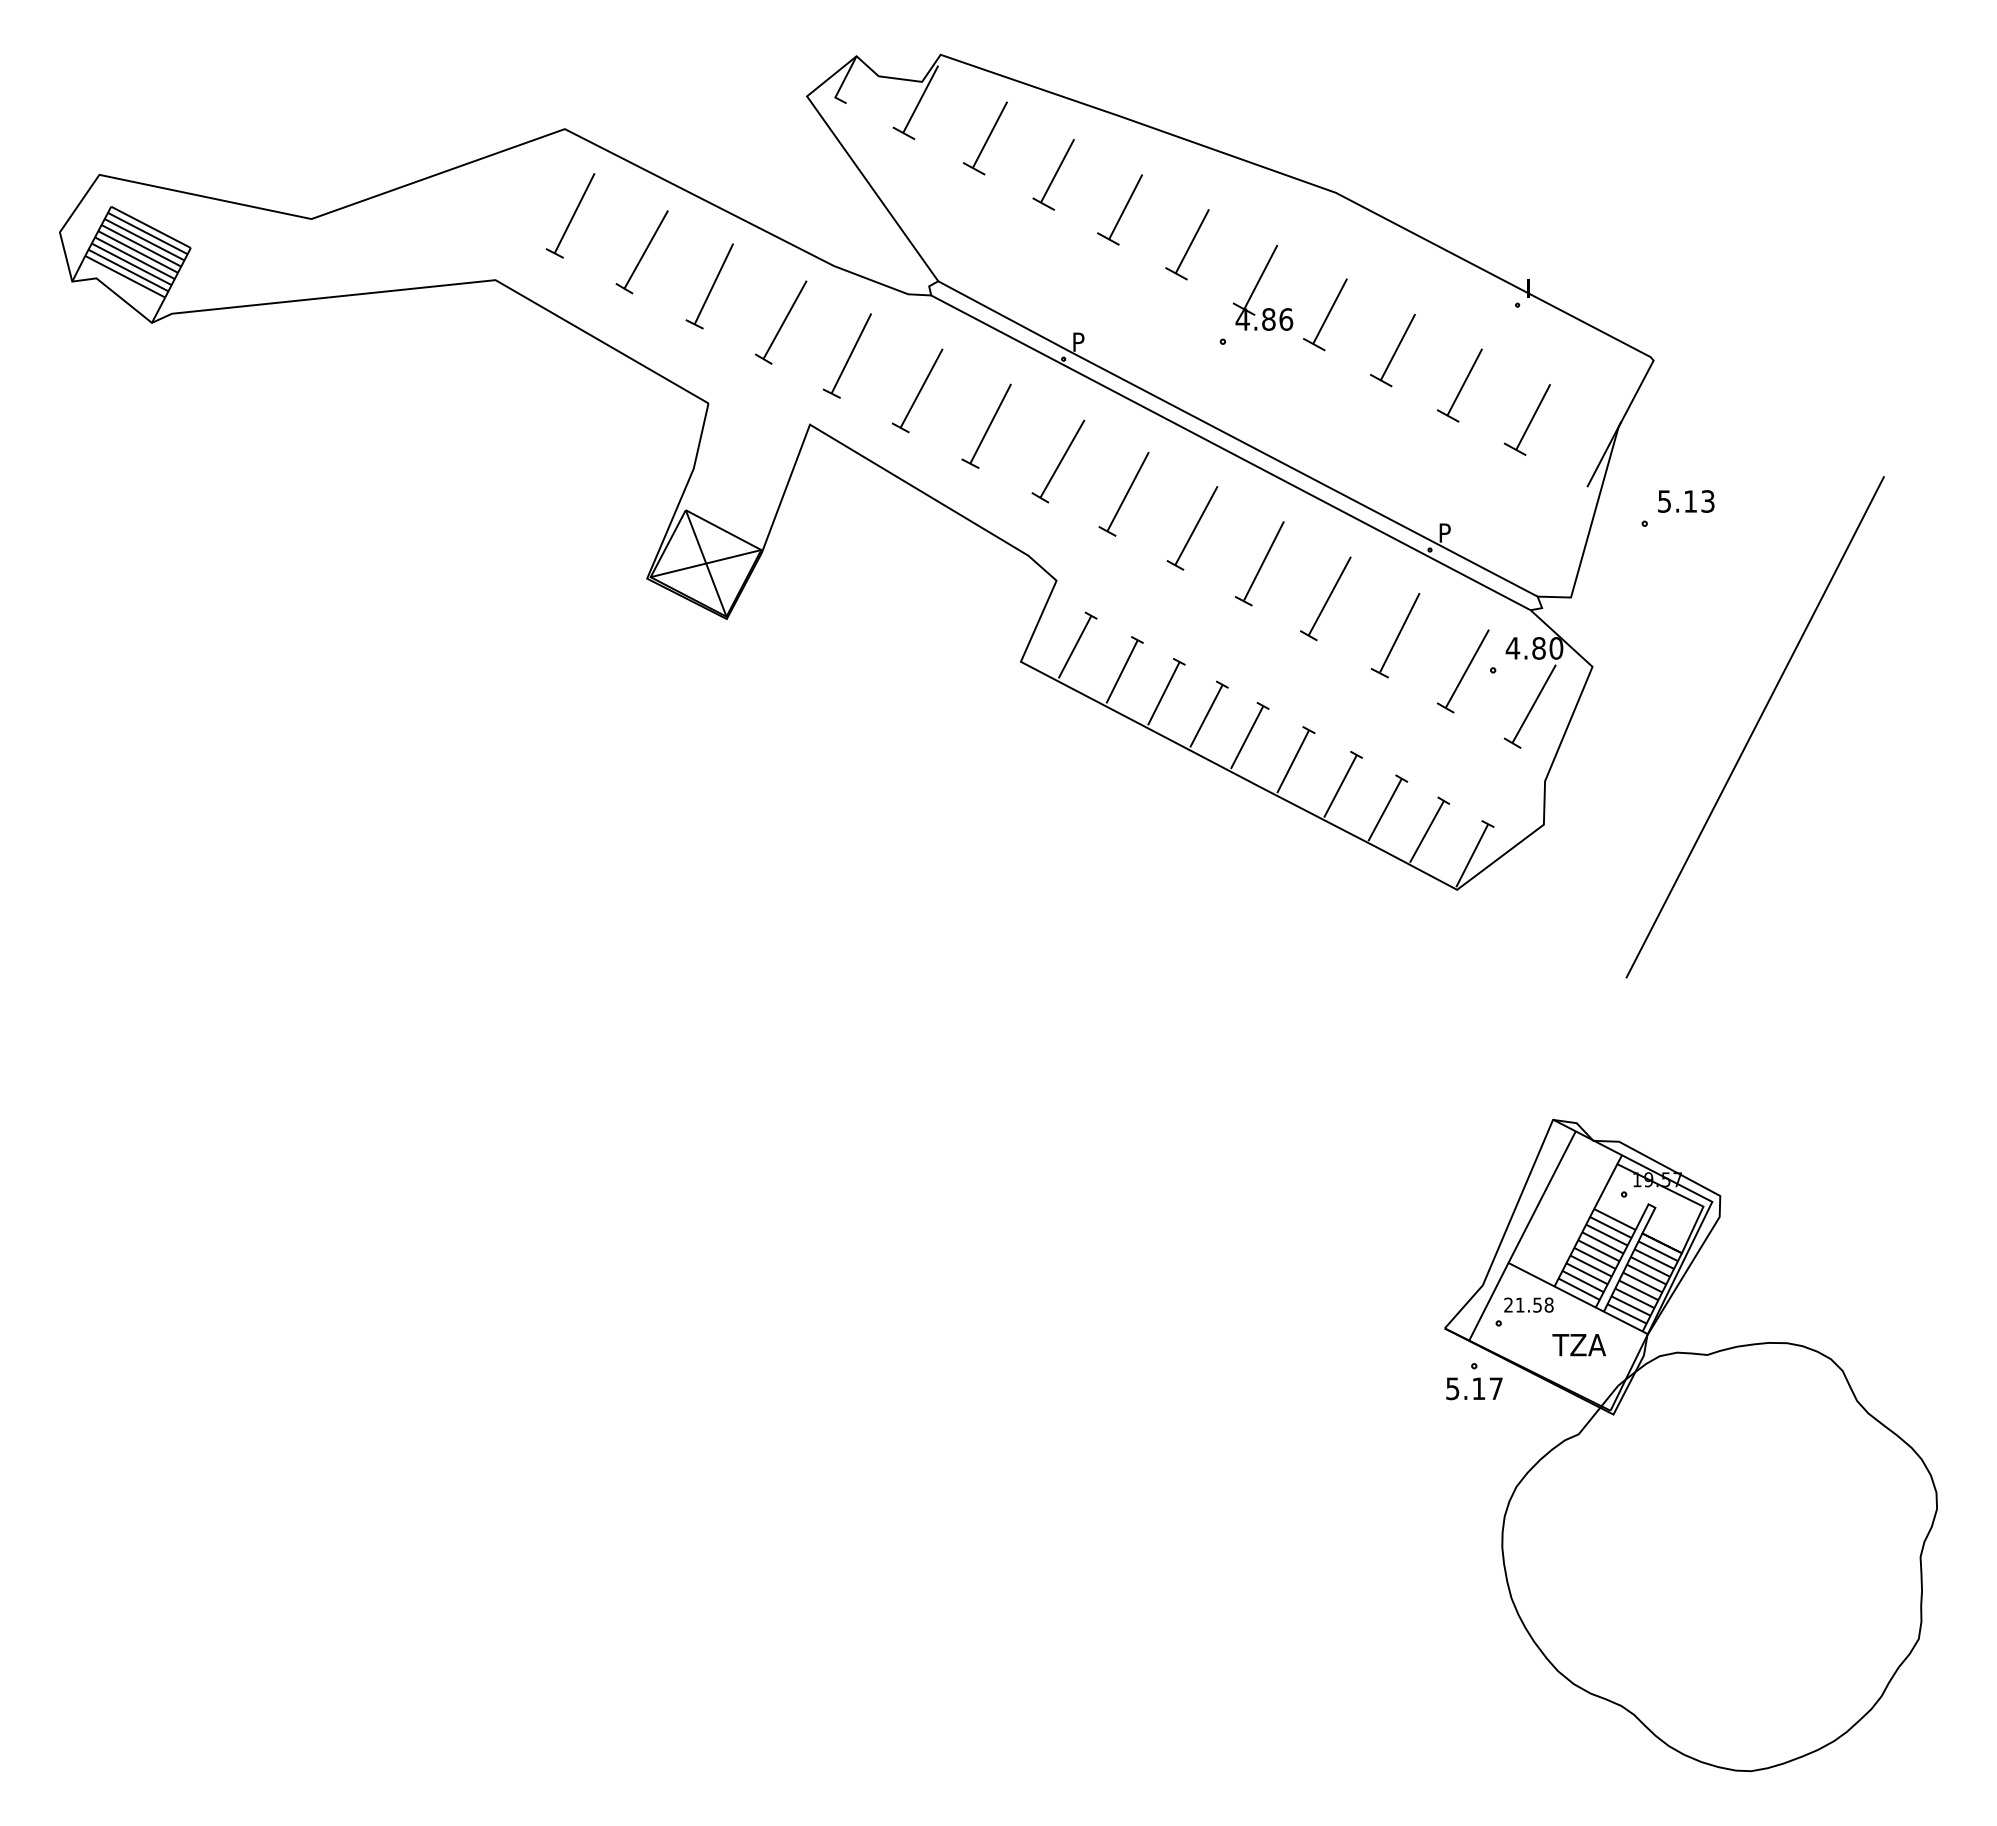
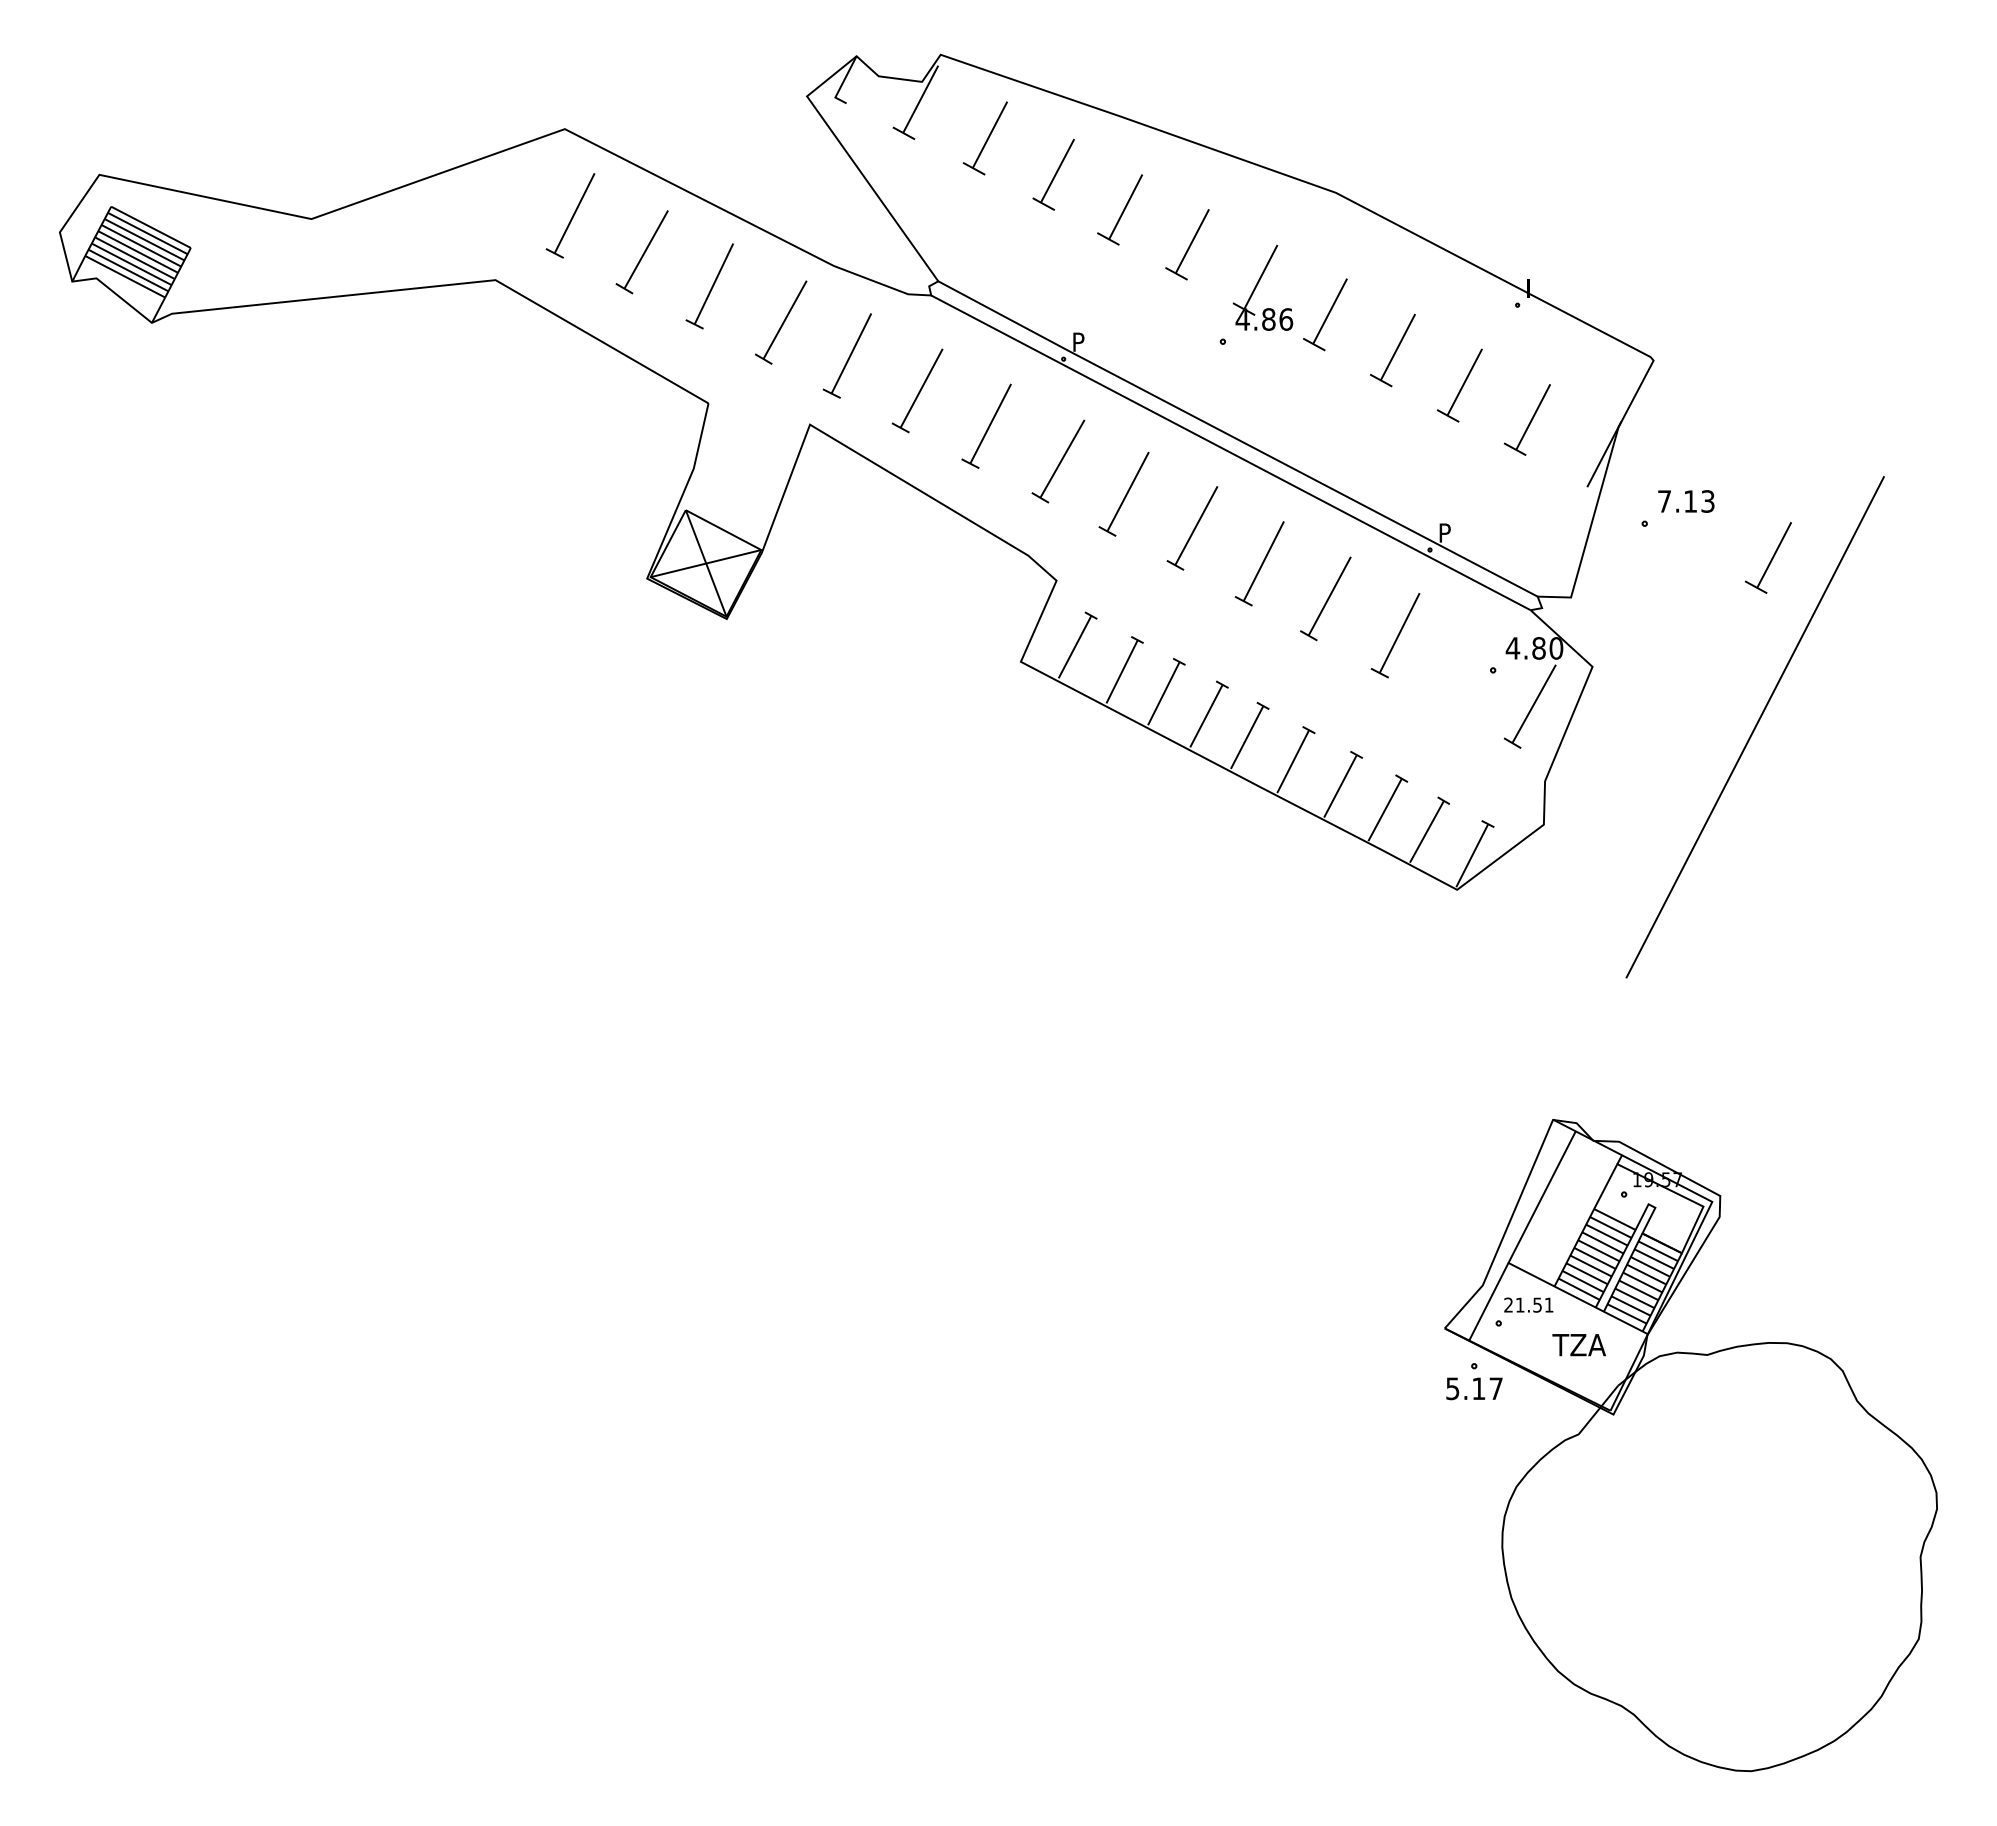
text at (1664, 501): 5.13 -> 7.13
part at (1768, 557): none -> present
part at (1462, 671): present -> none
text at (1548, 1304): 21.58 -> 21.51
